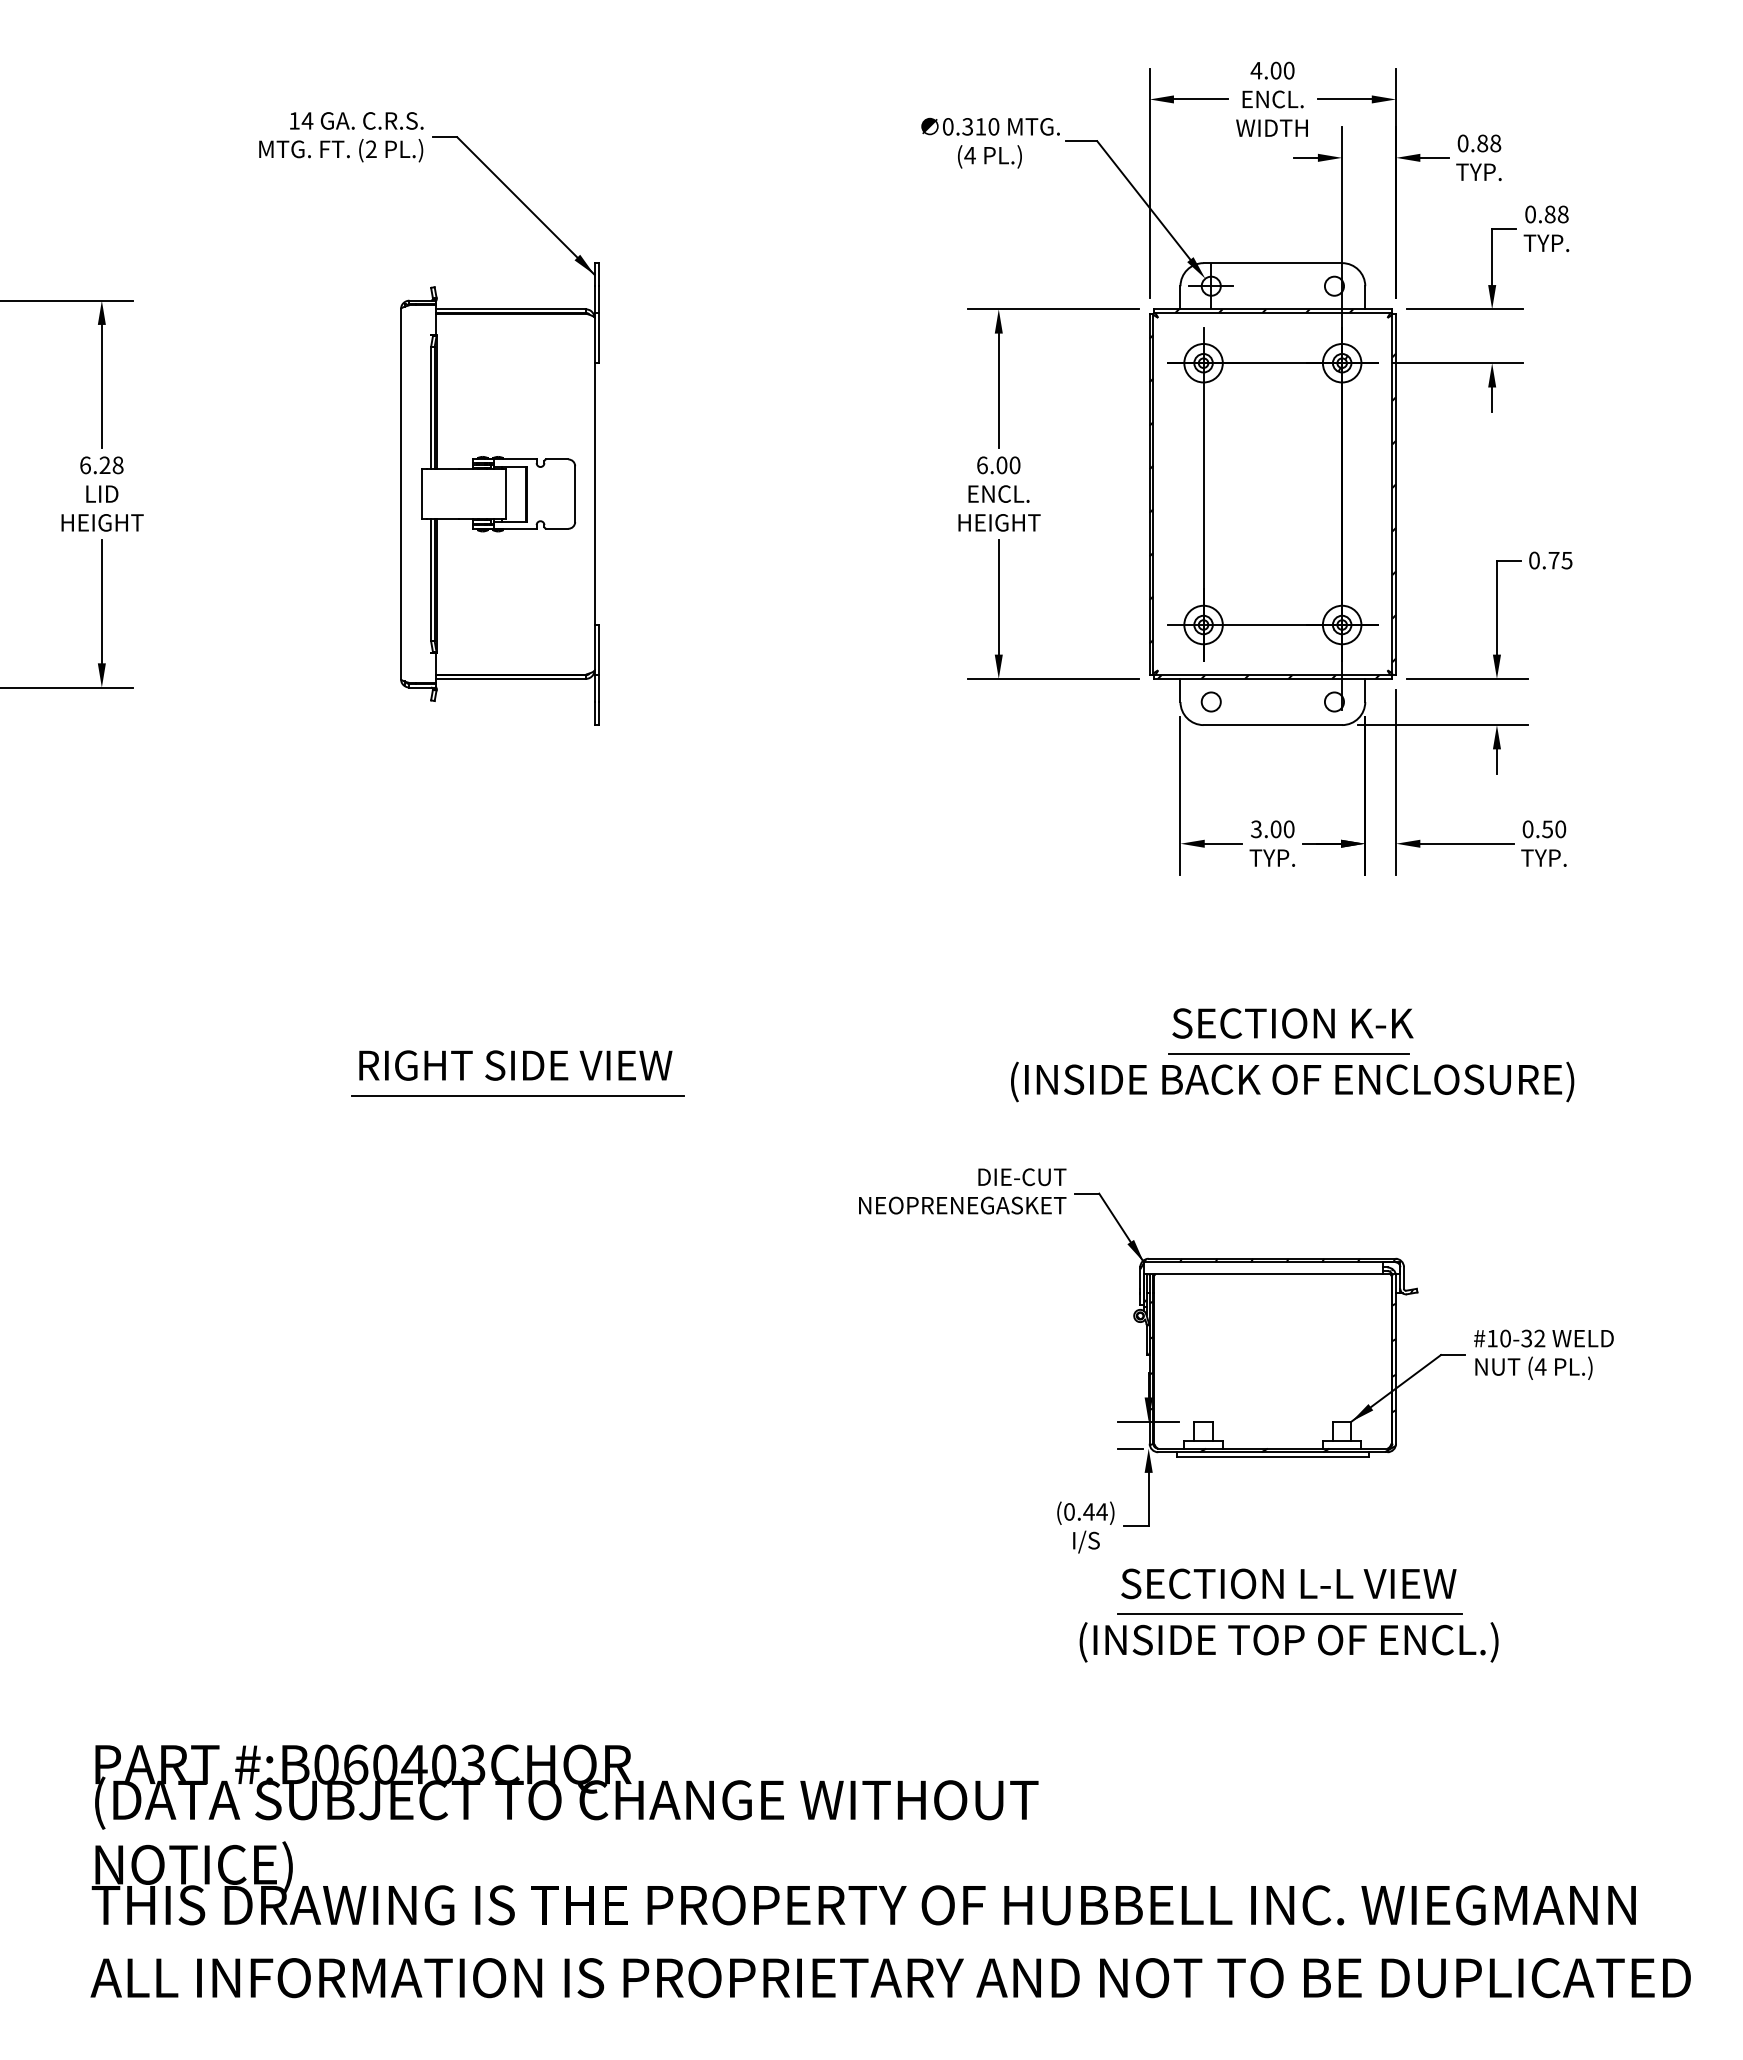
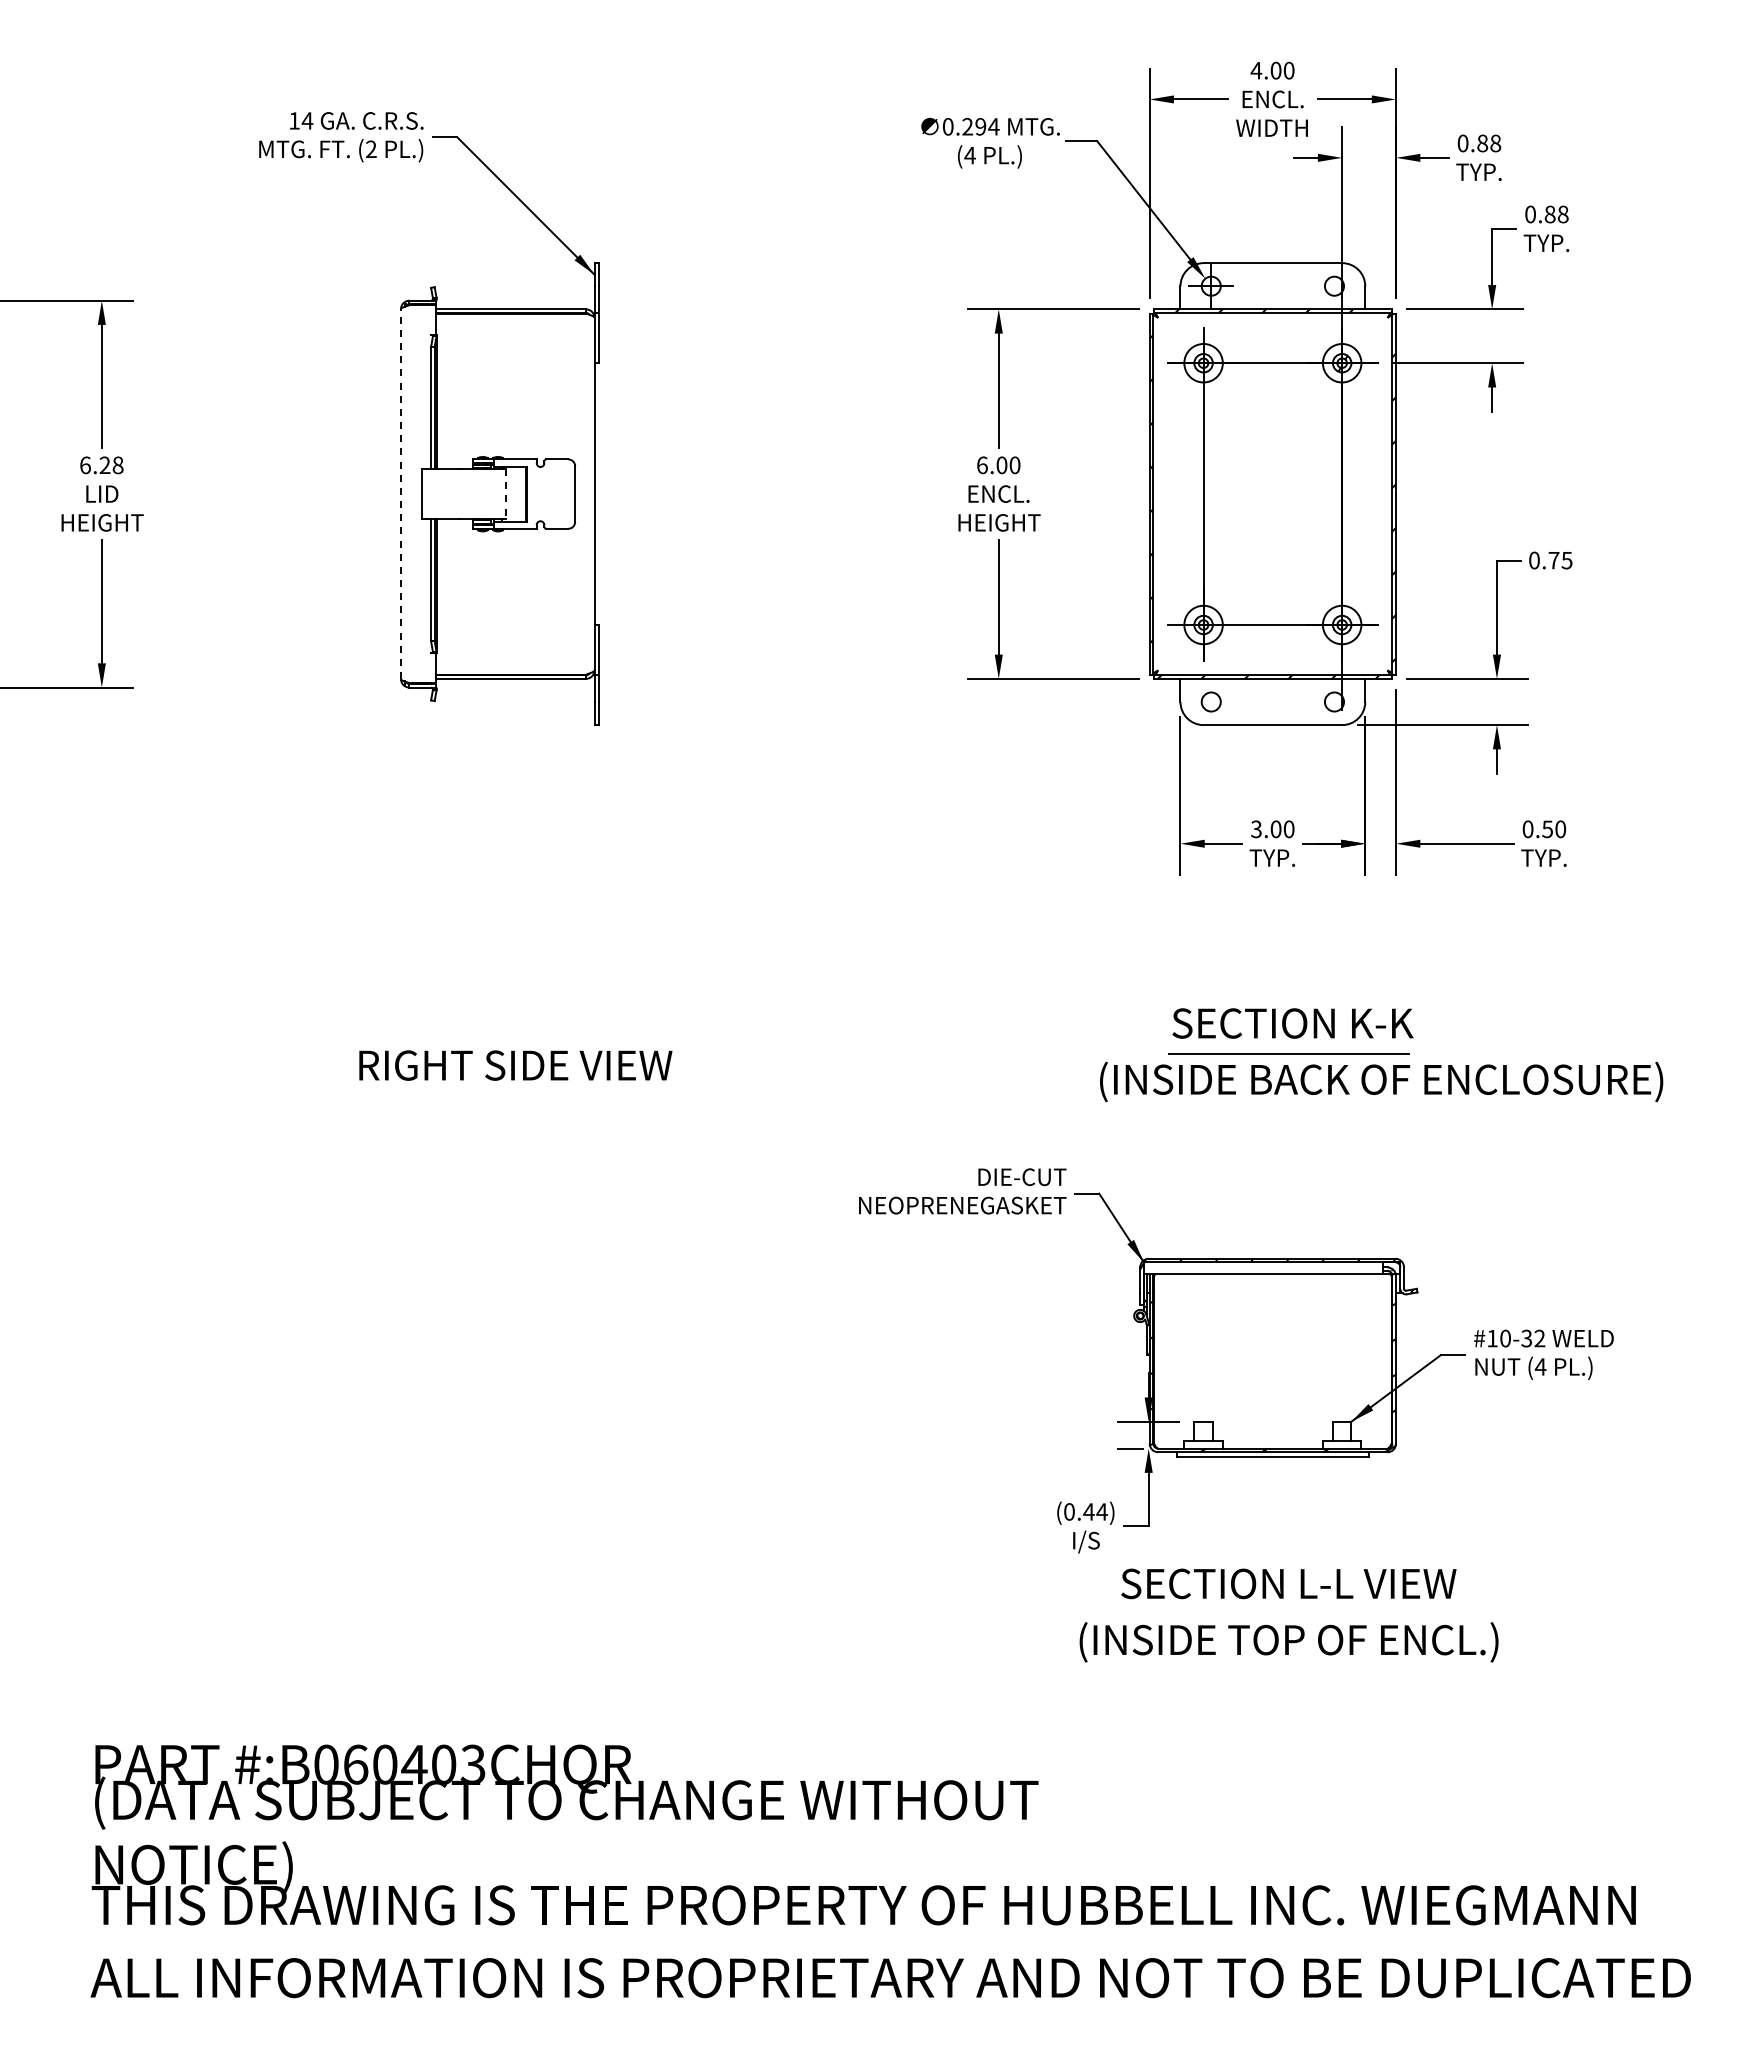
text at (980, 126): 0.310 -> 0.294
line at (401, 493): solid -> dashed
line at (505, 494): solid -> dashed
text at (1292, 1081) position: (1292, 1081) -> (1381, 1081)
line at (517, 1095): present -> none
line at (1289, 1613): present -> none
